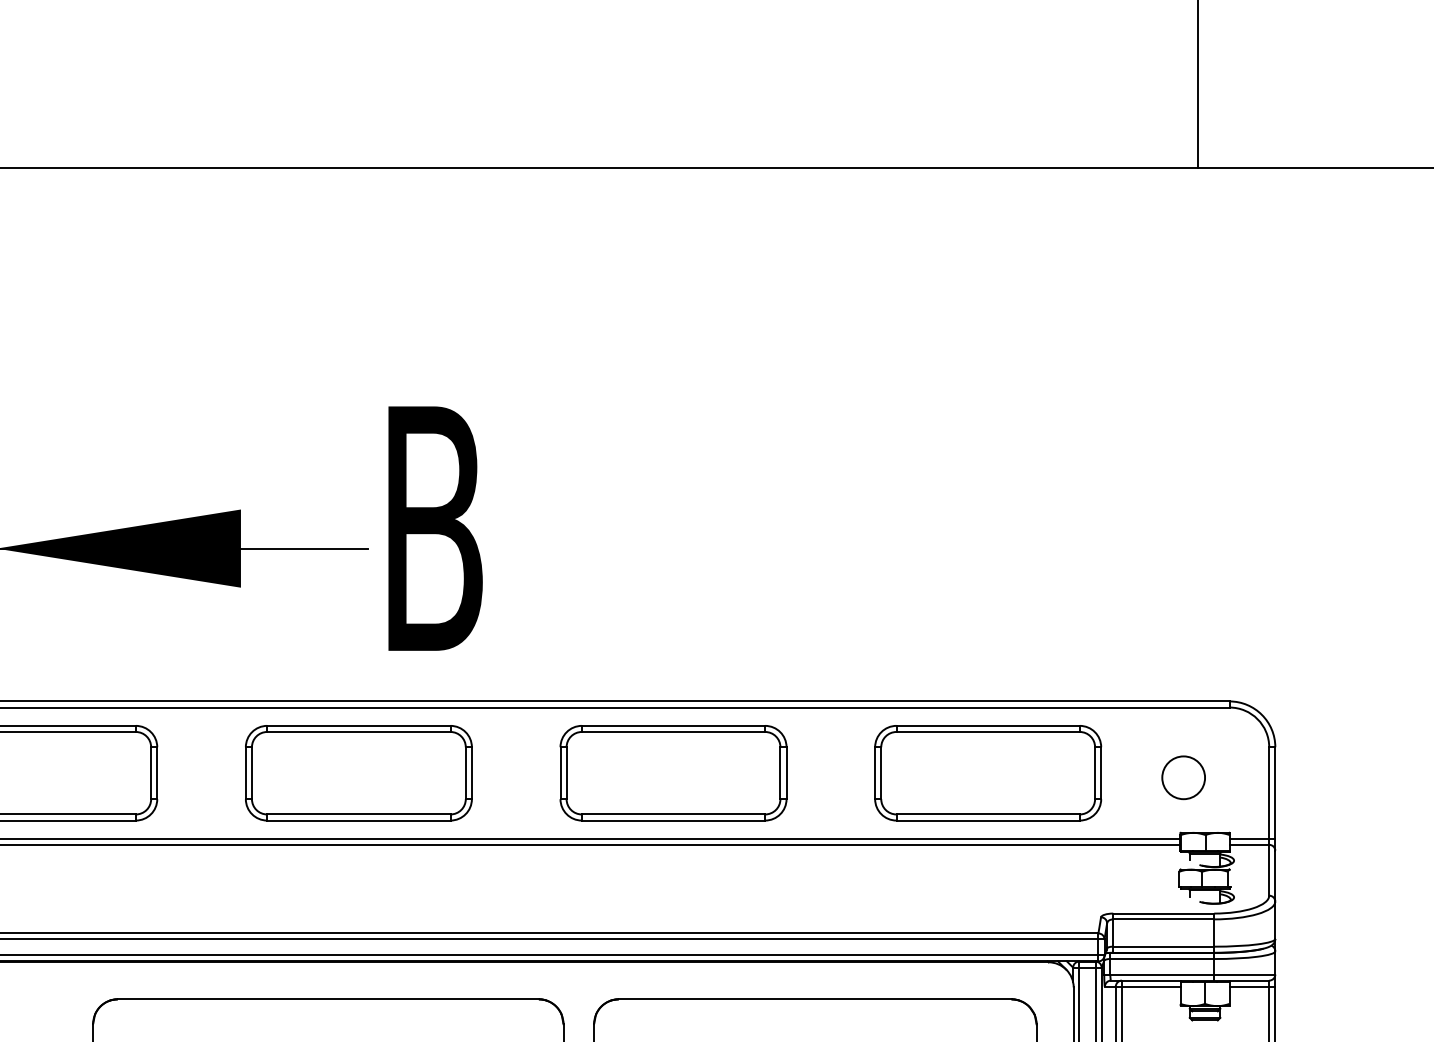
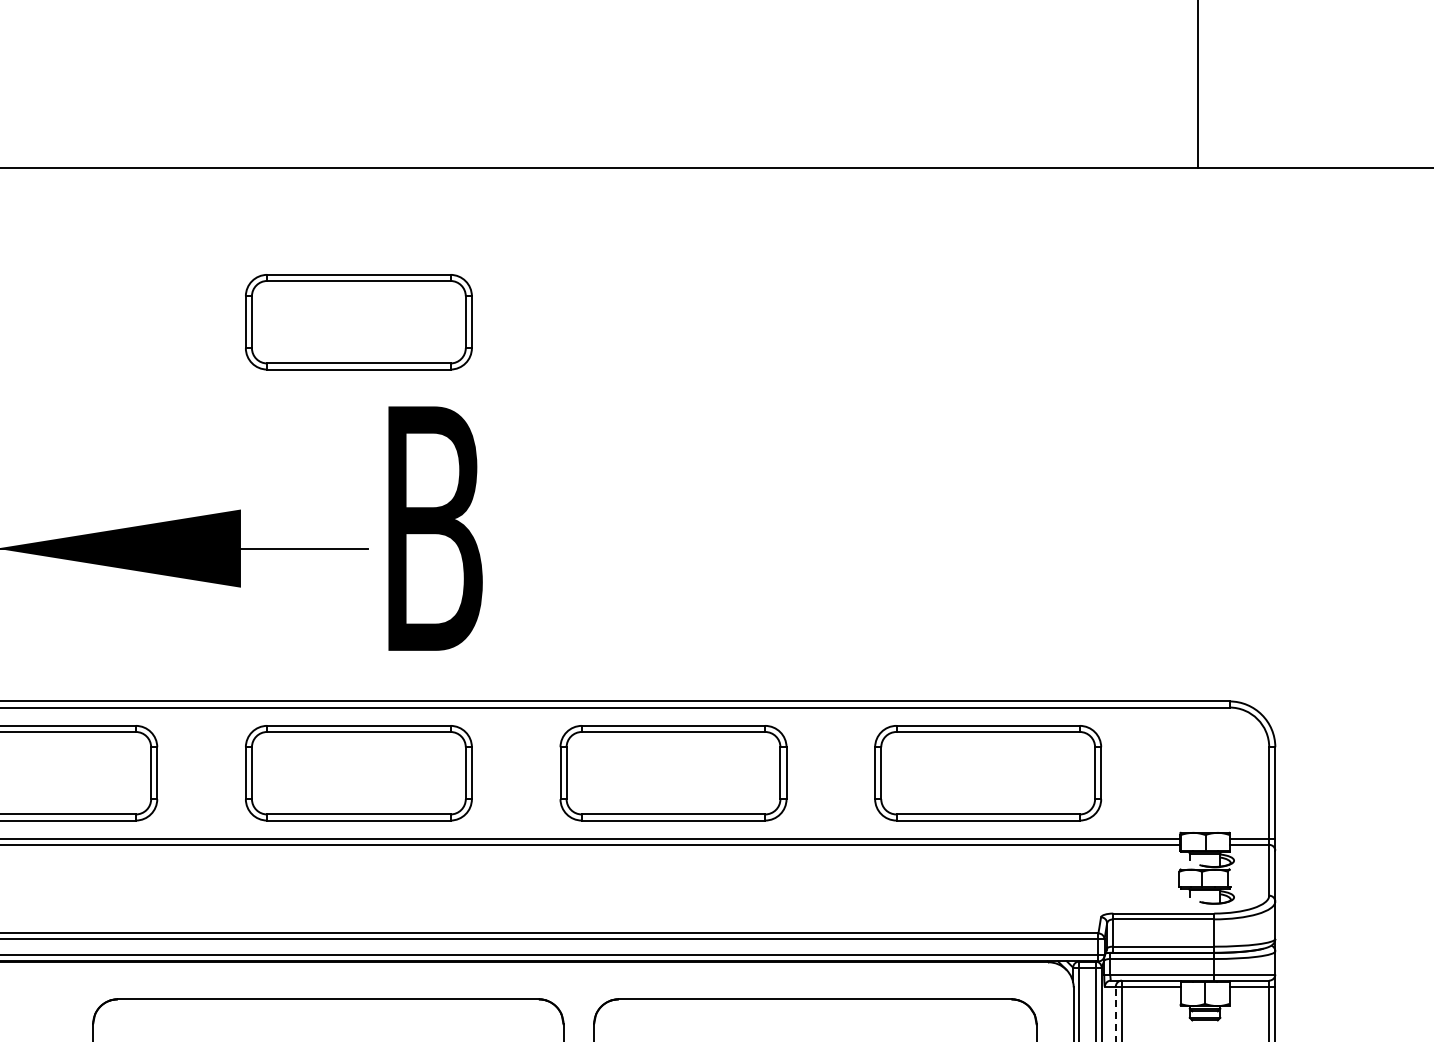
part at (358, 322): none -> present
circle at (1183, 777): present -> none
line at (1115, 1013): solid -> dashed
